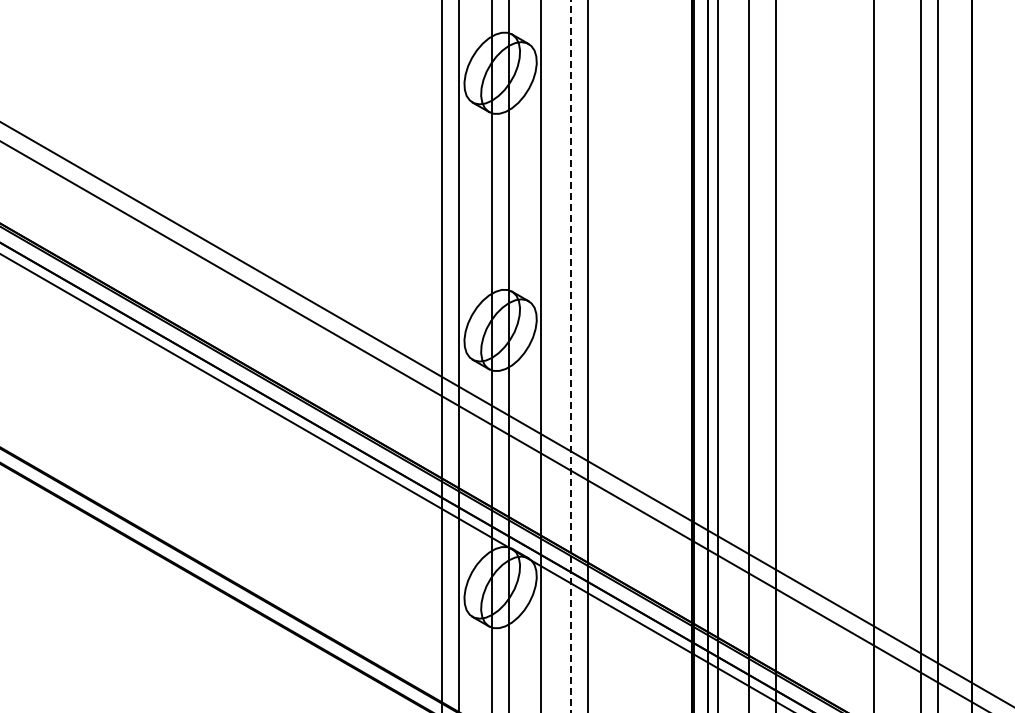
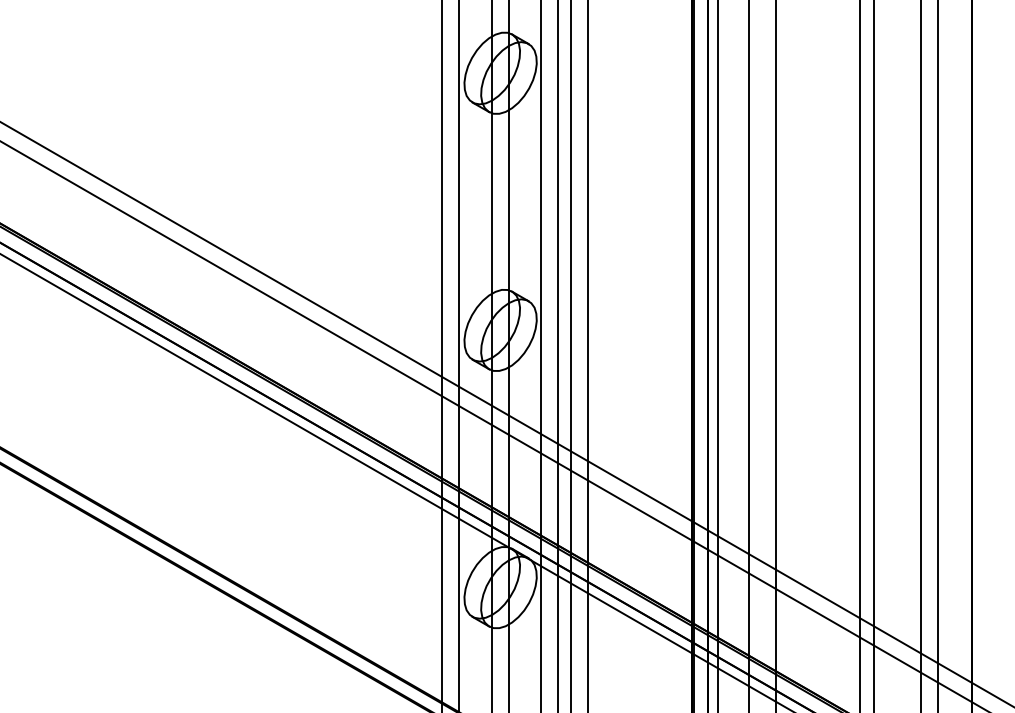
line at (557, 355): none -> present
line at (860, 355): none -> present
line at (571, 356): dashed -> solid
